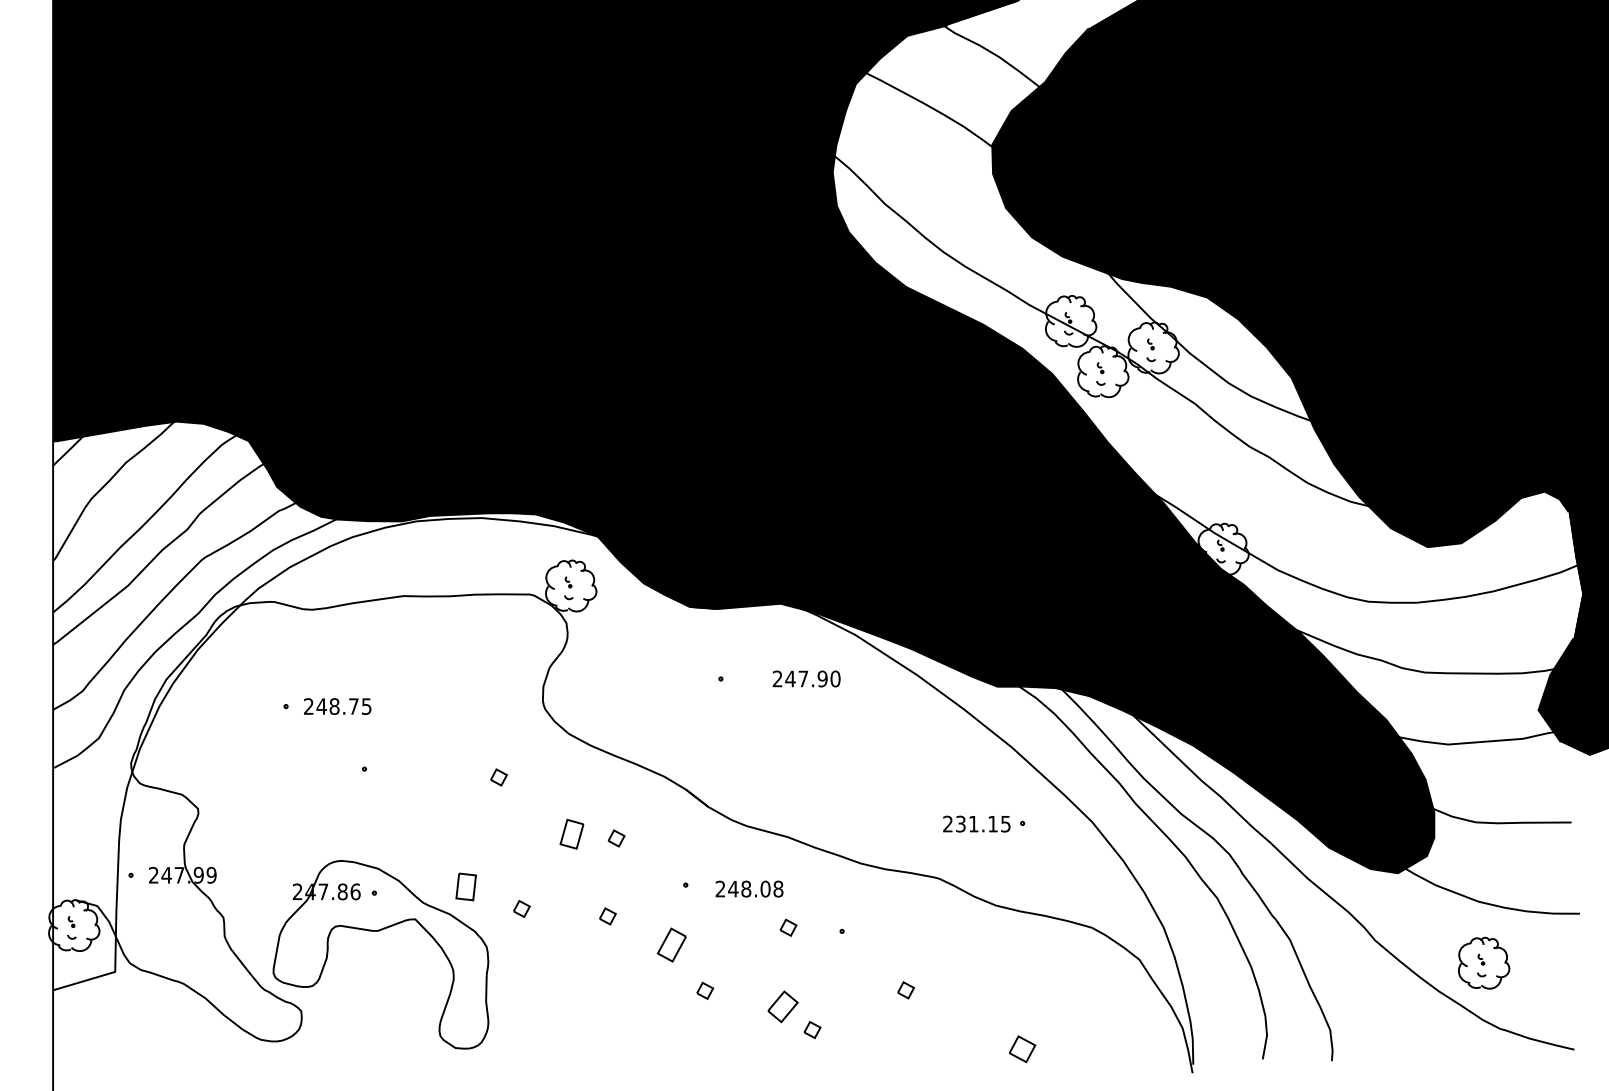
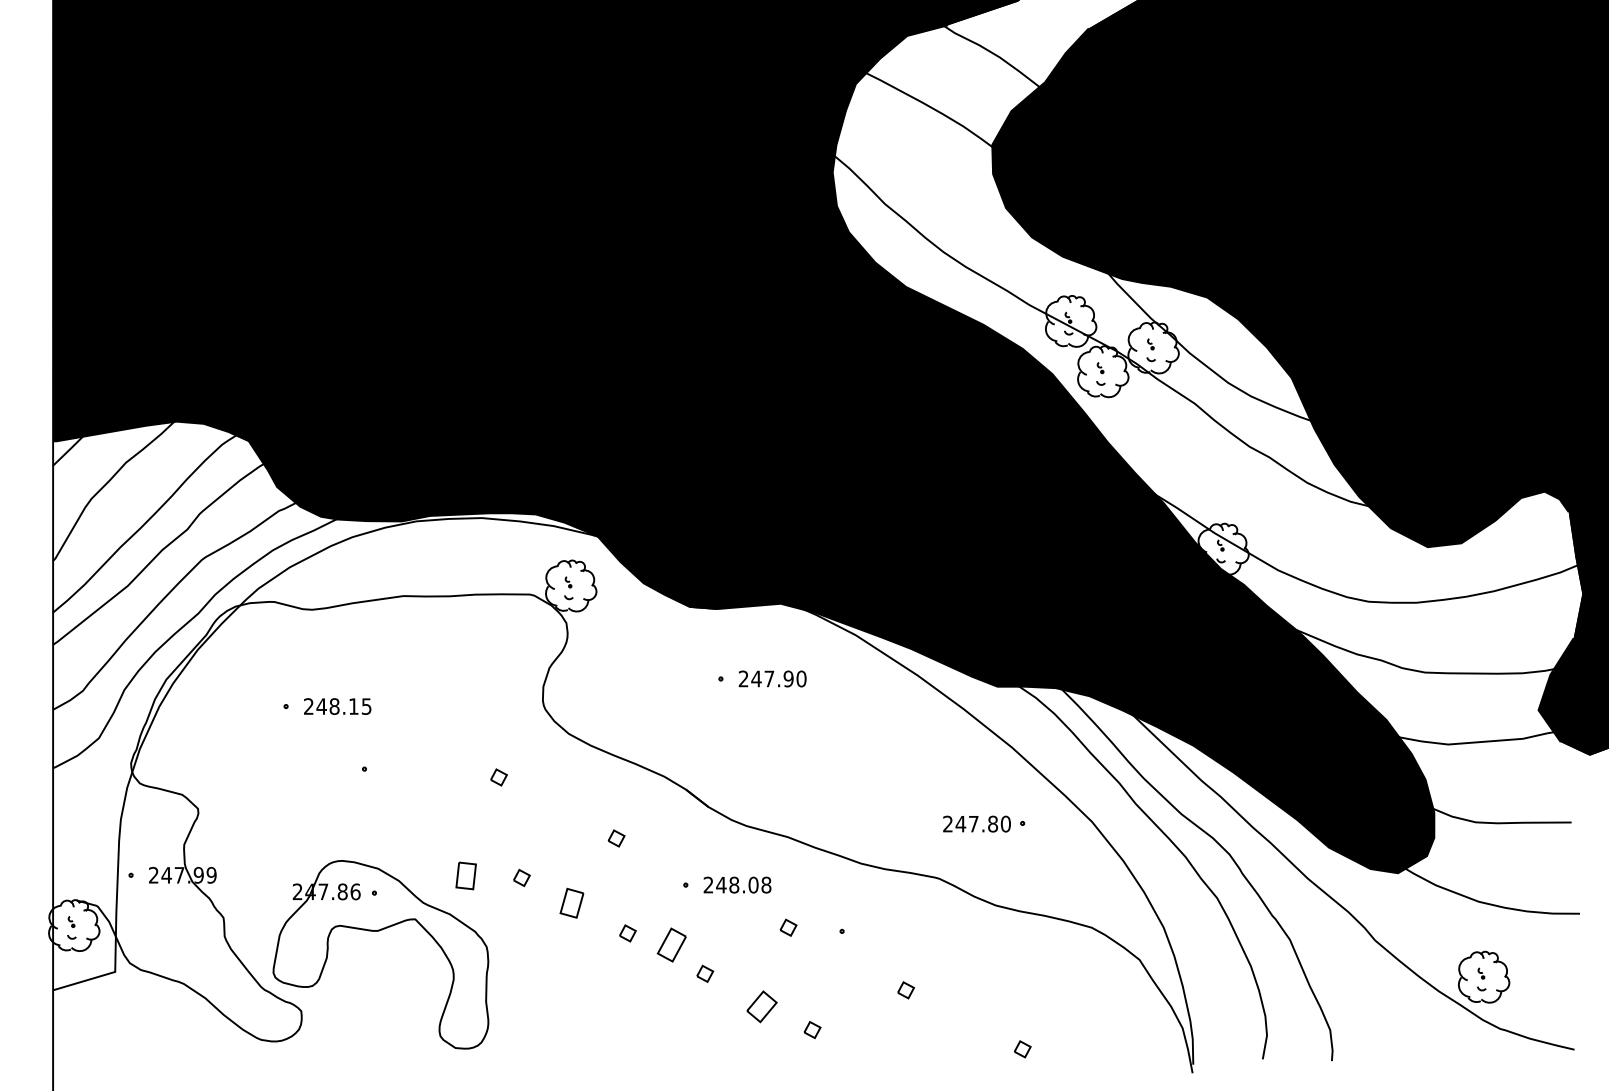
text at (806, 678) position: (806, 678) -> (772, 678)
text at (353, 706): 248.75 -> 248.15
text at (982, 823): 231.15 -> 247.80
part at (571, 833) position: (571, 833) -> (571, 902)
part at (465, 886) position: (465, 886) -> (465, 875)
text at (749, 888) position: (749, 888) -> (737, 884)
part at (521, 909) position: (521, 909) -> (521, 878)
part at (607, 916) position: (607, 916) -> (627, 933)
part at (1484, 962) position: (1484, 962) -> (1484, 976)
part at (705, 990) position: (705, 990) -> (705, 973)
part at (782, 1006) position: (782, 1006) -> (761, 1006)
part at (1022, 1049) size: 28x29 px -> 18x19 px
